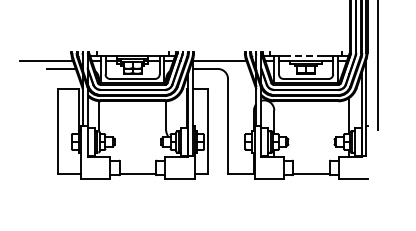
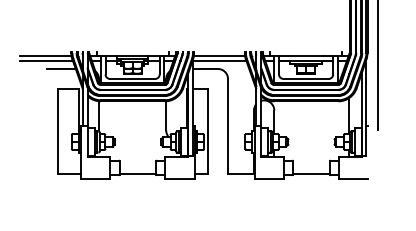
line at (45, 56): none -> present
line at (219, 56): none -> present
line at (305, 56): dashed -> solid
